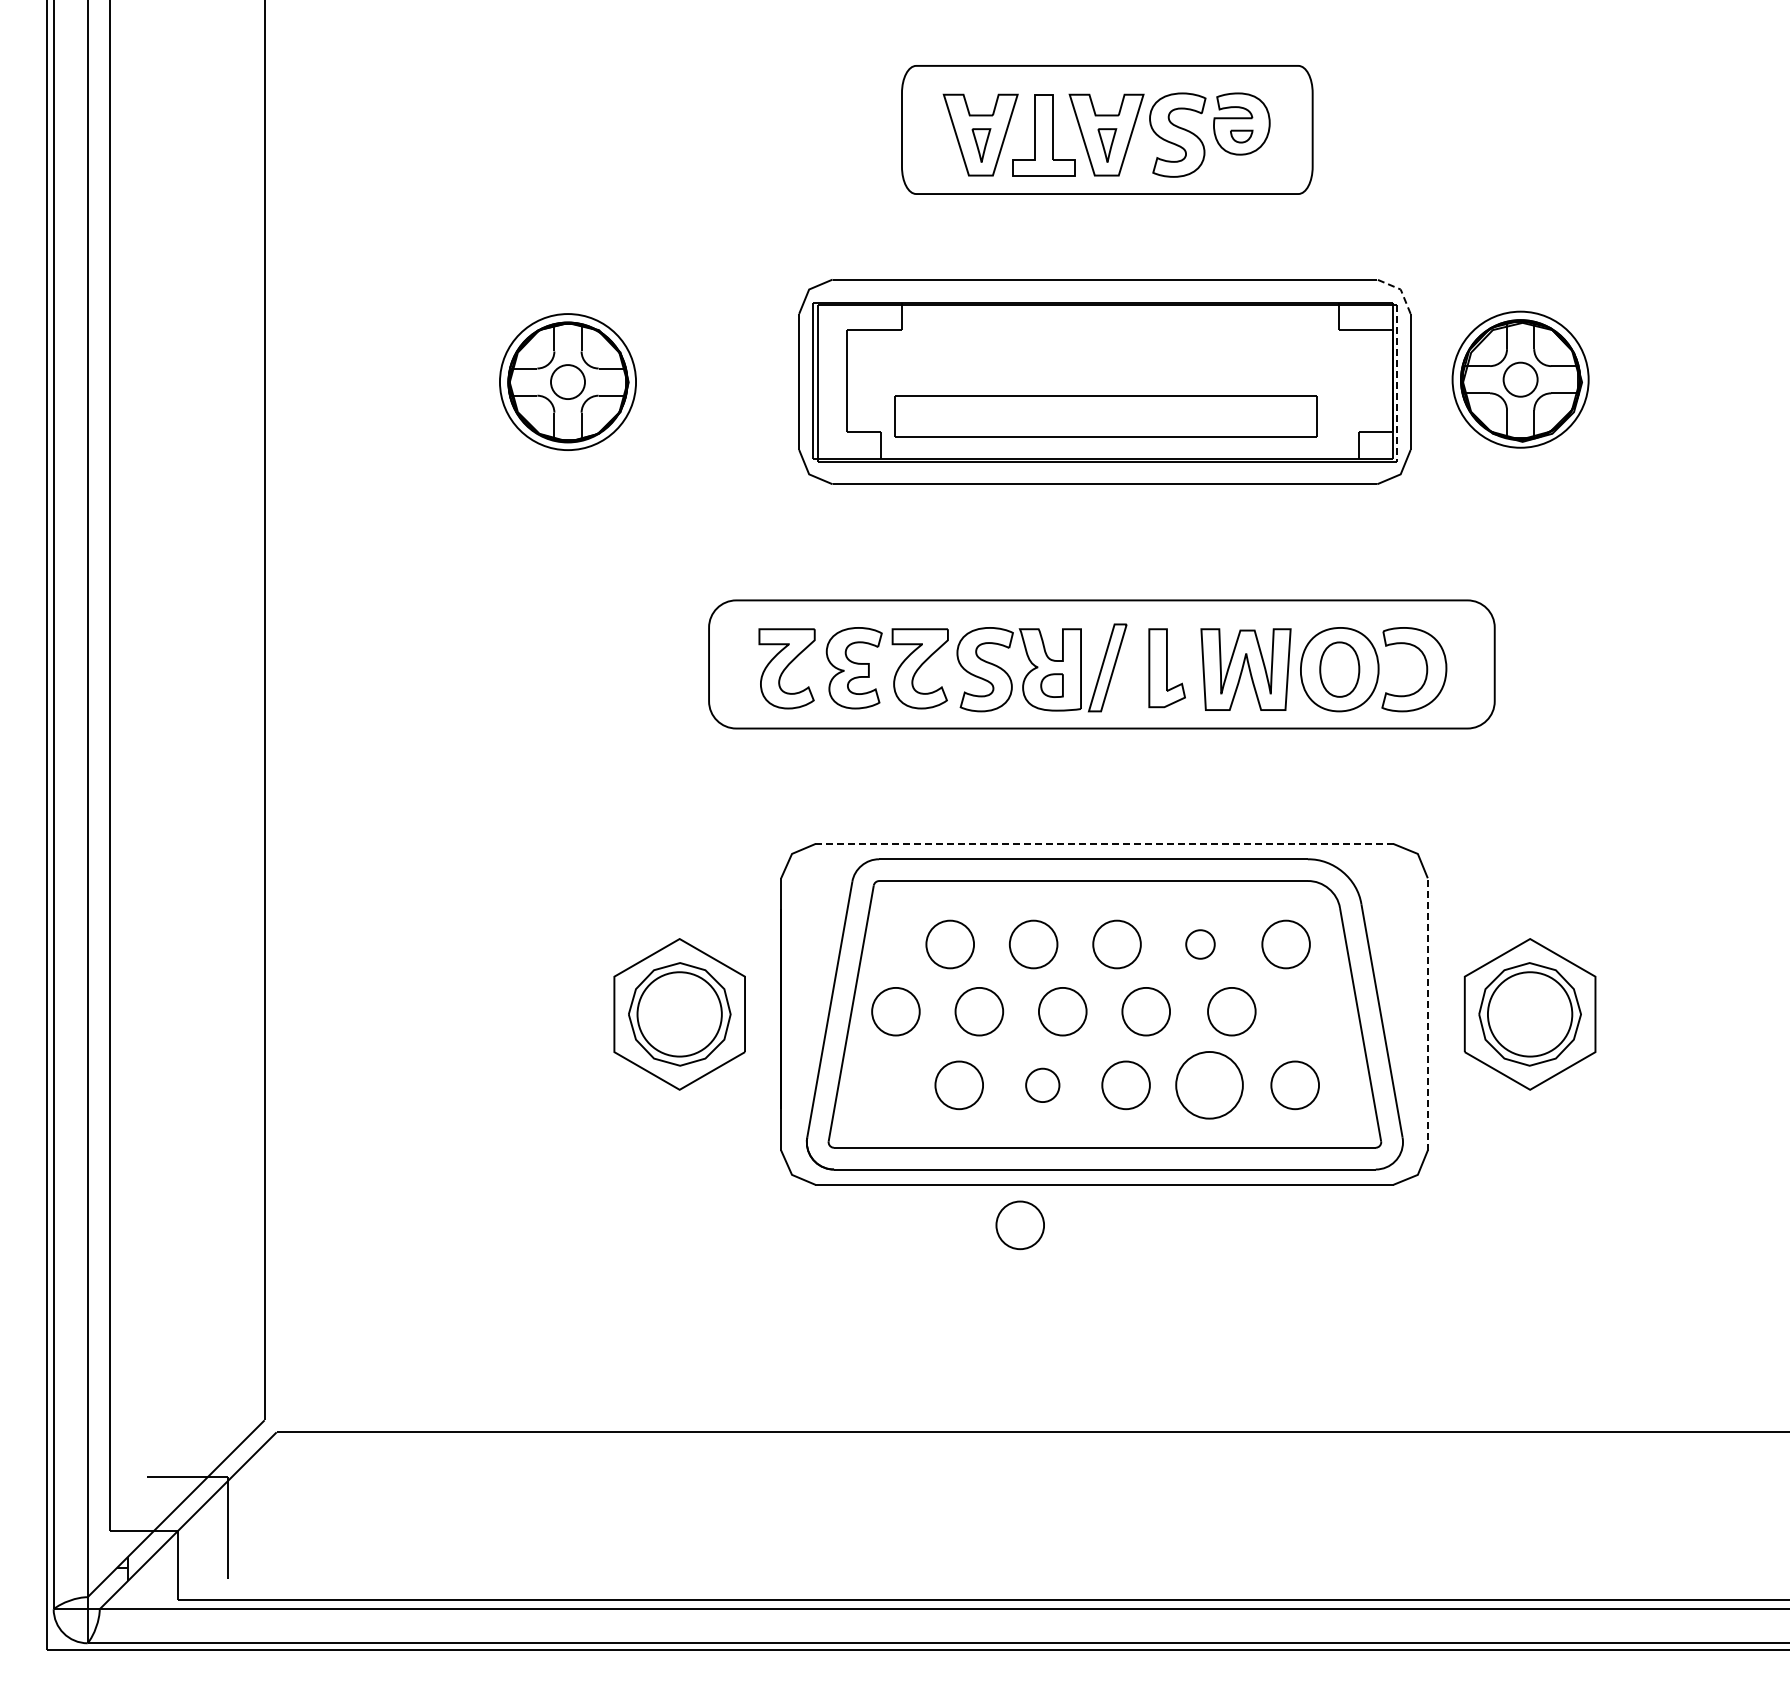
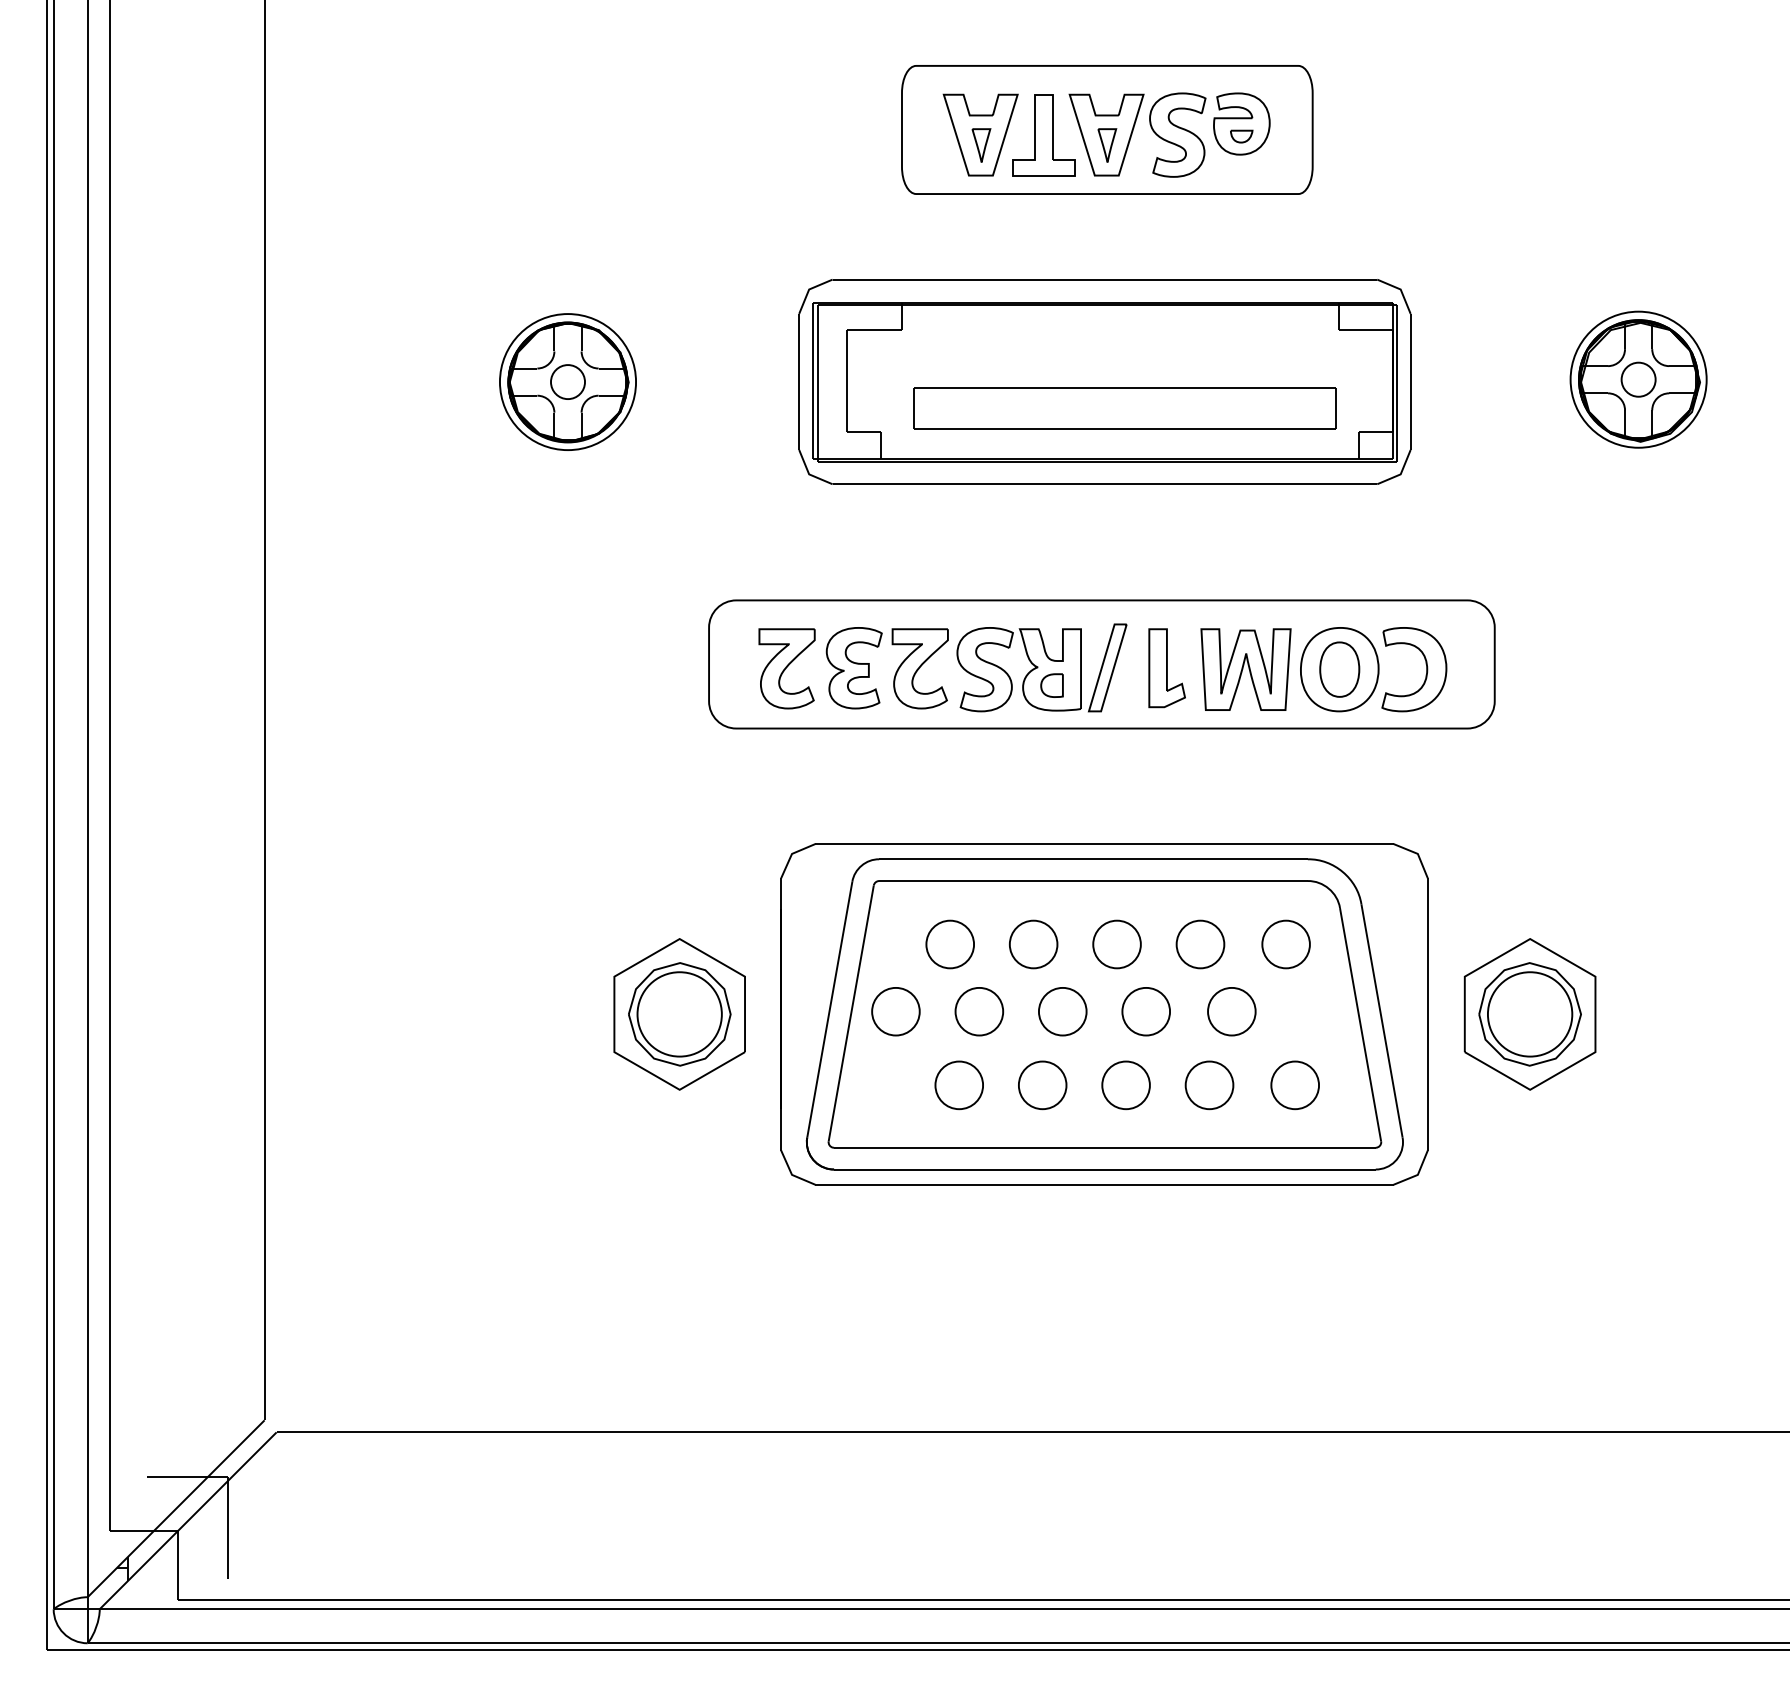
line at (1400, 289): dashed -> solid
part at (1520, 379) position: (1520, 379) -> (1638, 379)
line at (1397, 384): dashed -> solid
part at (1105, 416) position: (1105, 416) -> (1124, 408)
line at (1104, 844): dashed -> solid
part at (1200, 944) size: 31x31 px -> 51x51 px
line at (1427, 1013): dashed -> solid
part at (1042, 1084) size: 36x36 px -> 50x51 px
part at (1209, 1085) size: 69x69 px -> 51x51 px
part at (1019, 1225): present -> none
